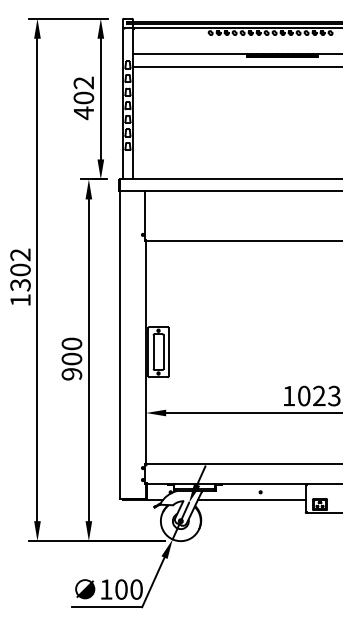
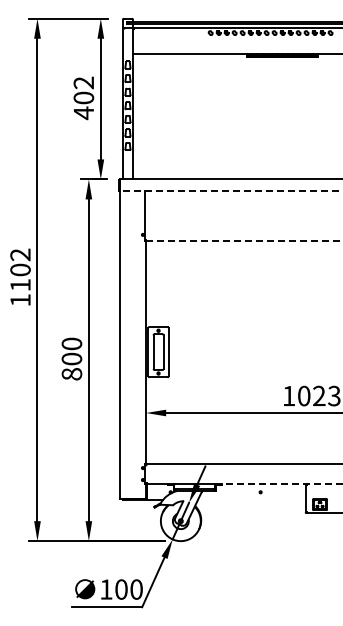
line at (235, 67): present -> none
line at (230, 191): solid -> dashed
line at (244, 240): solid -> dashed
text at (20, 285): 1302 -> 1102
text at (71, 374): 900 -> 800
line at (278, 484): solid -> dashed
line at (251, 499): present -> none
